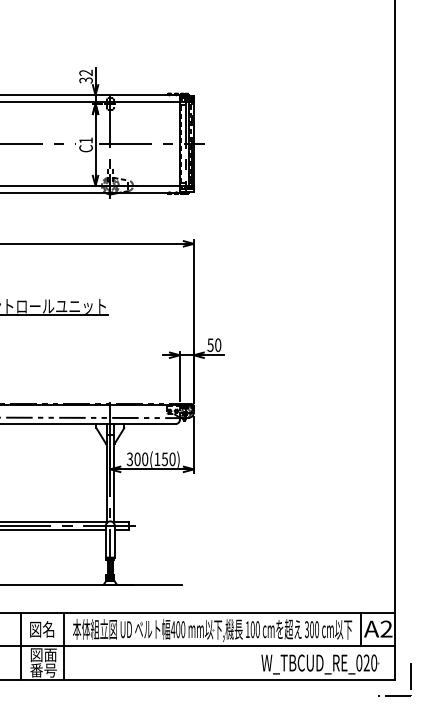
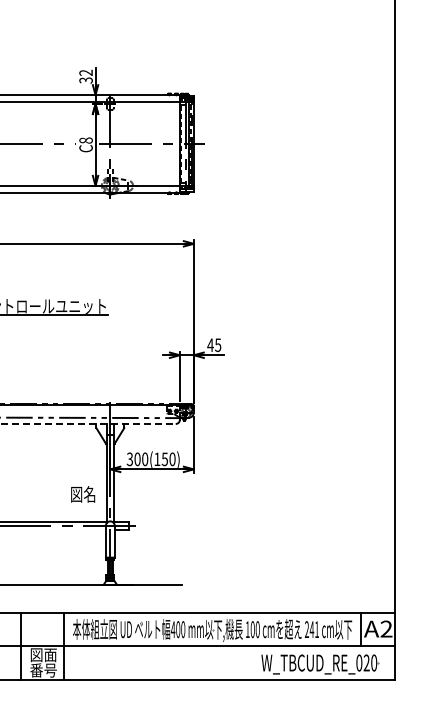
text at (85, 140): C1 -> C8
text at (214, 345): 50 -> 45
line at (88, 423): solid -> dashed
line at (53, 529): present -> none
text at (42, 629) position: (42, 629) -> (83, 494)
text at (312, 629): 300 -> 241
part at (410, 679): present -> none
